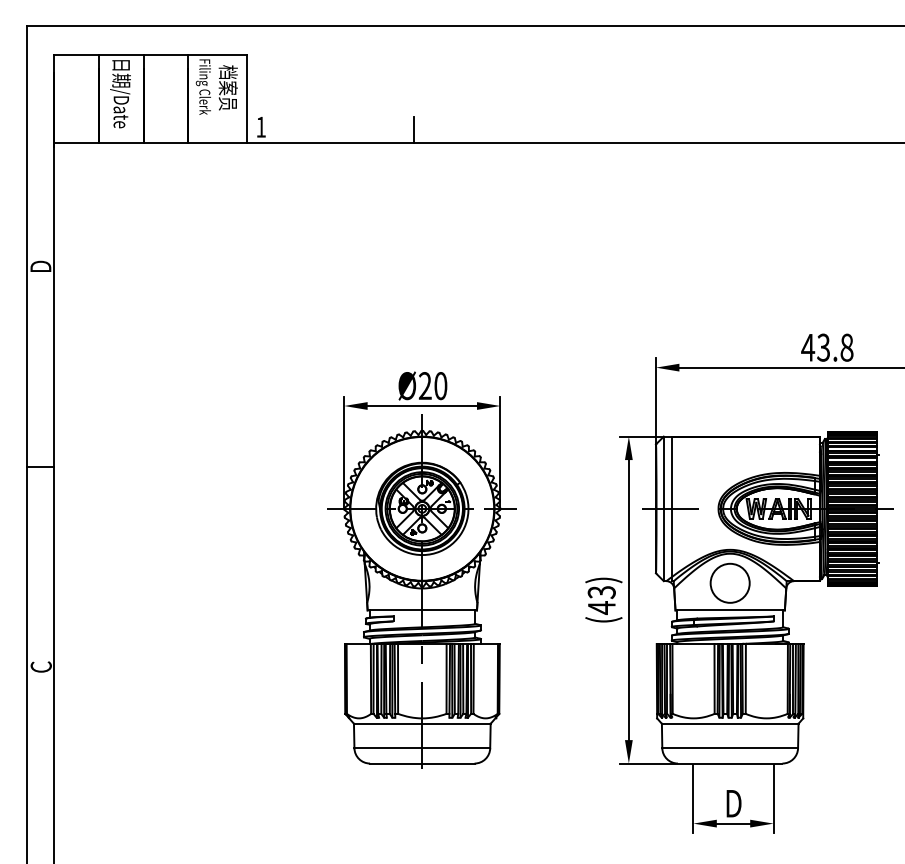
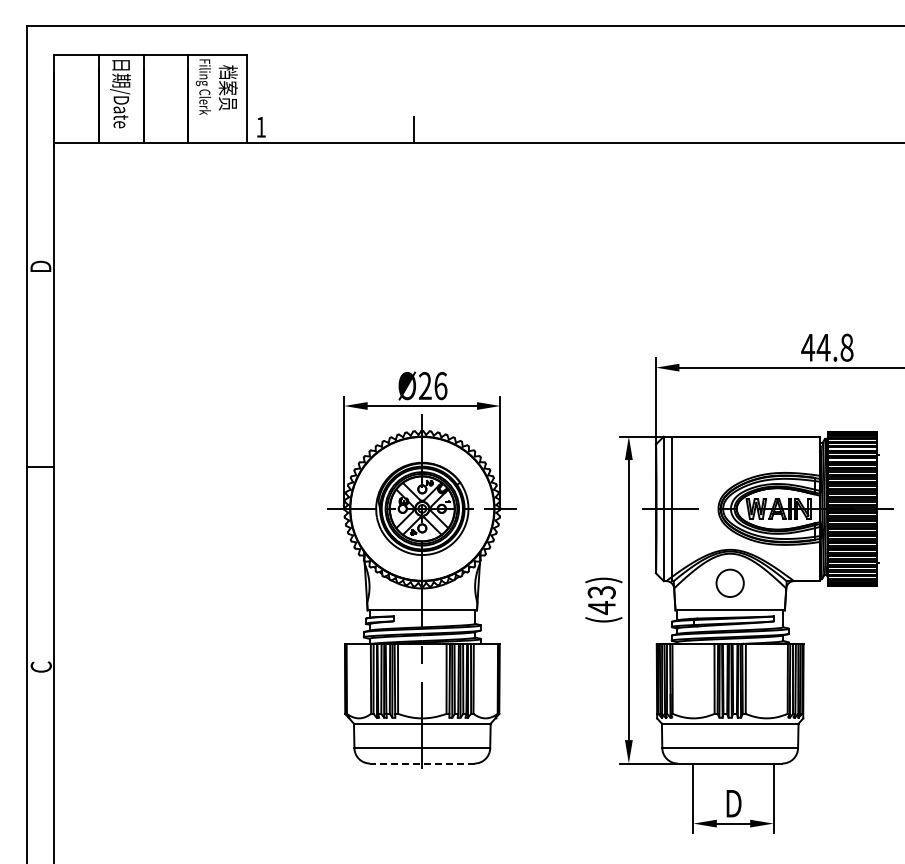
text at (823, 347): 43.8 -> 44.8
text at (440, 386): 20 -> 26
circle at (729, 582) diameter: 39 px -> 27 px
line at (421, 763): solid -> dashed
